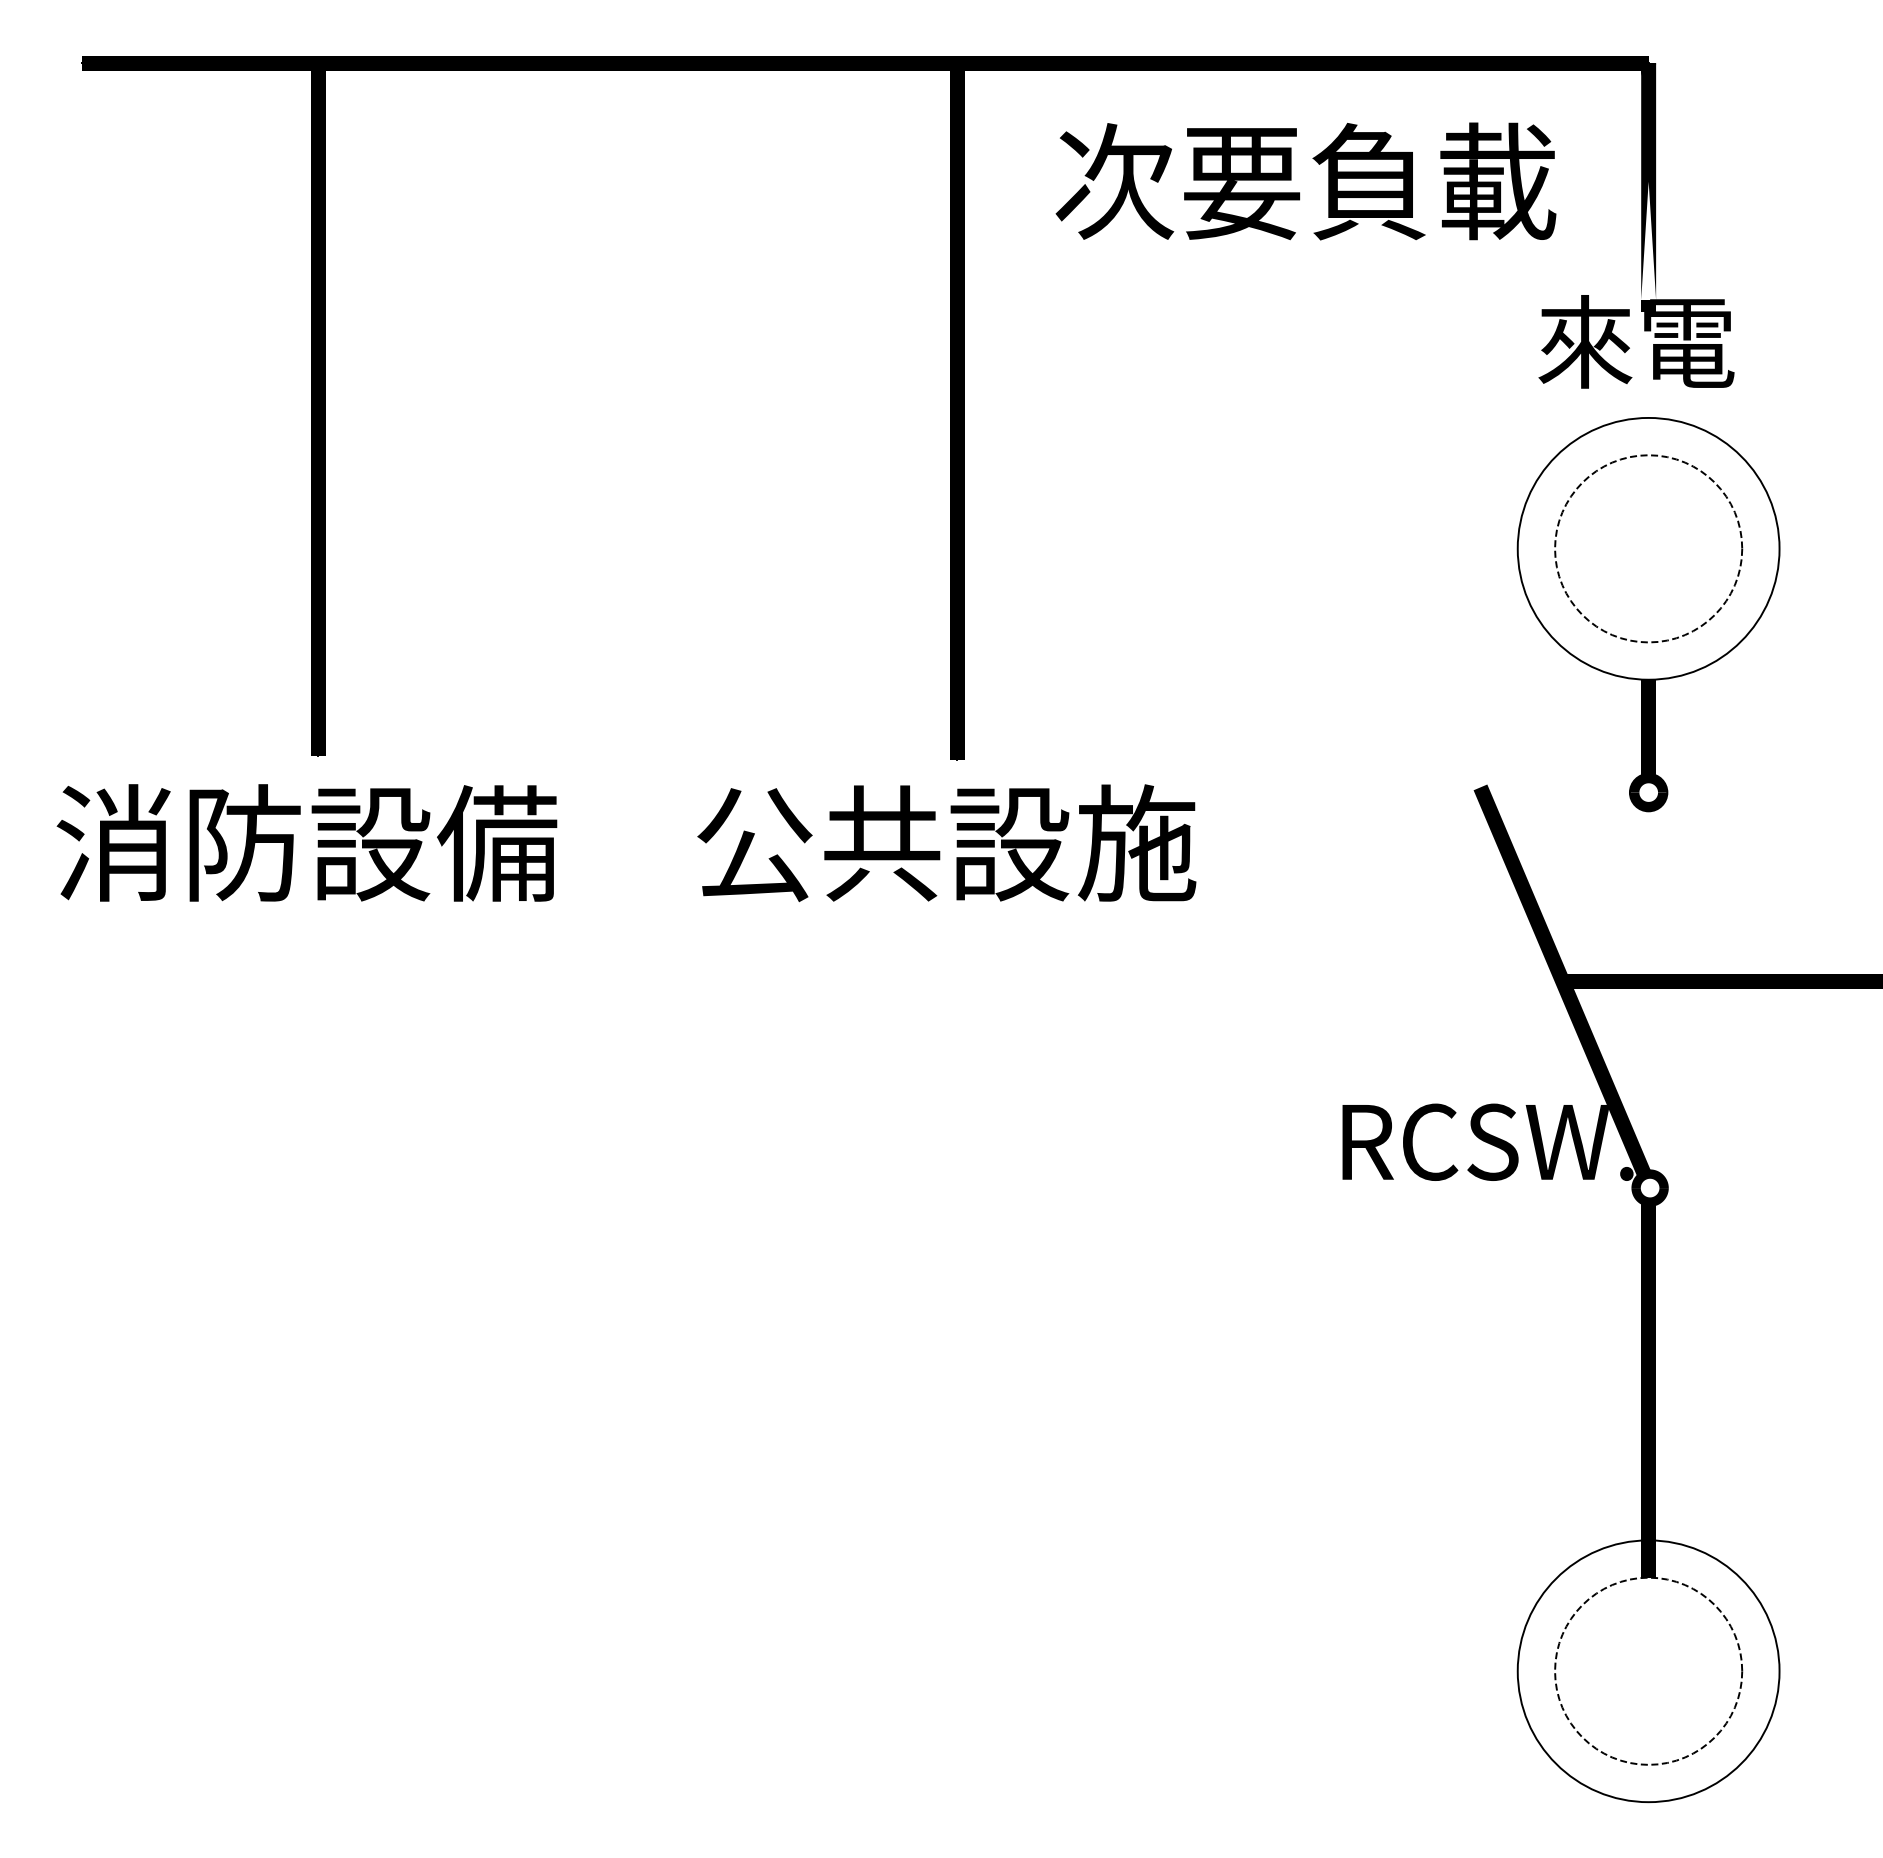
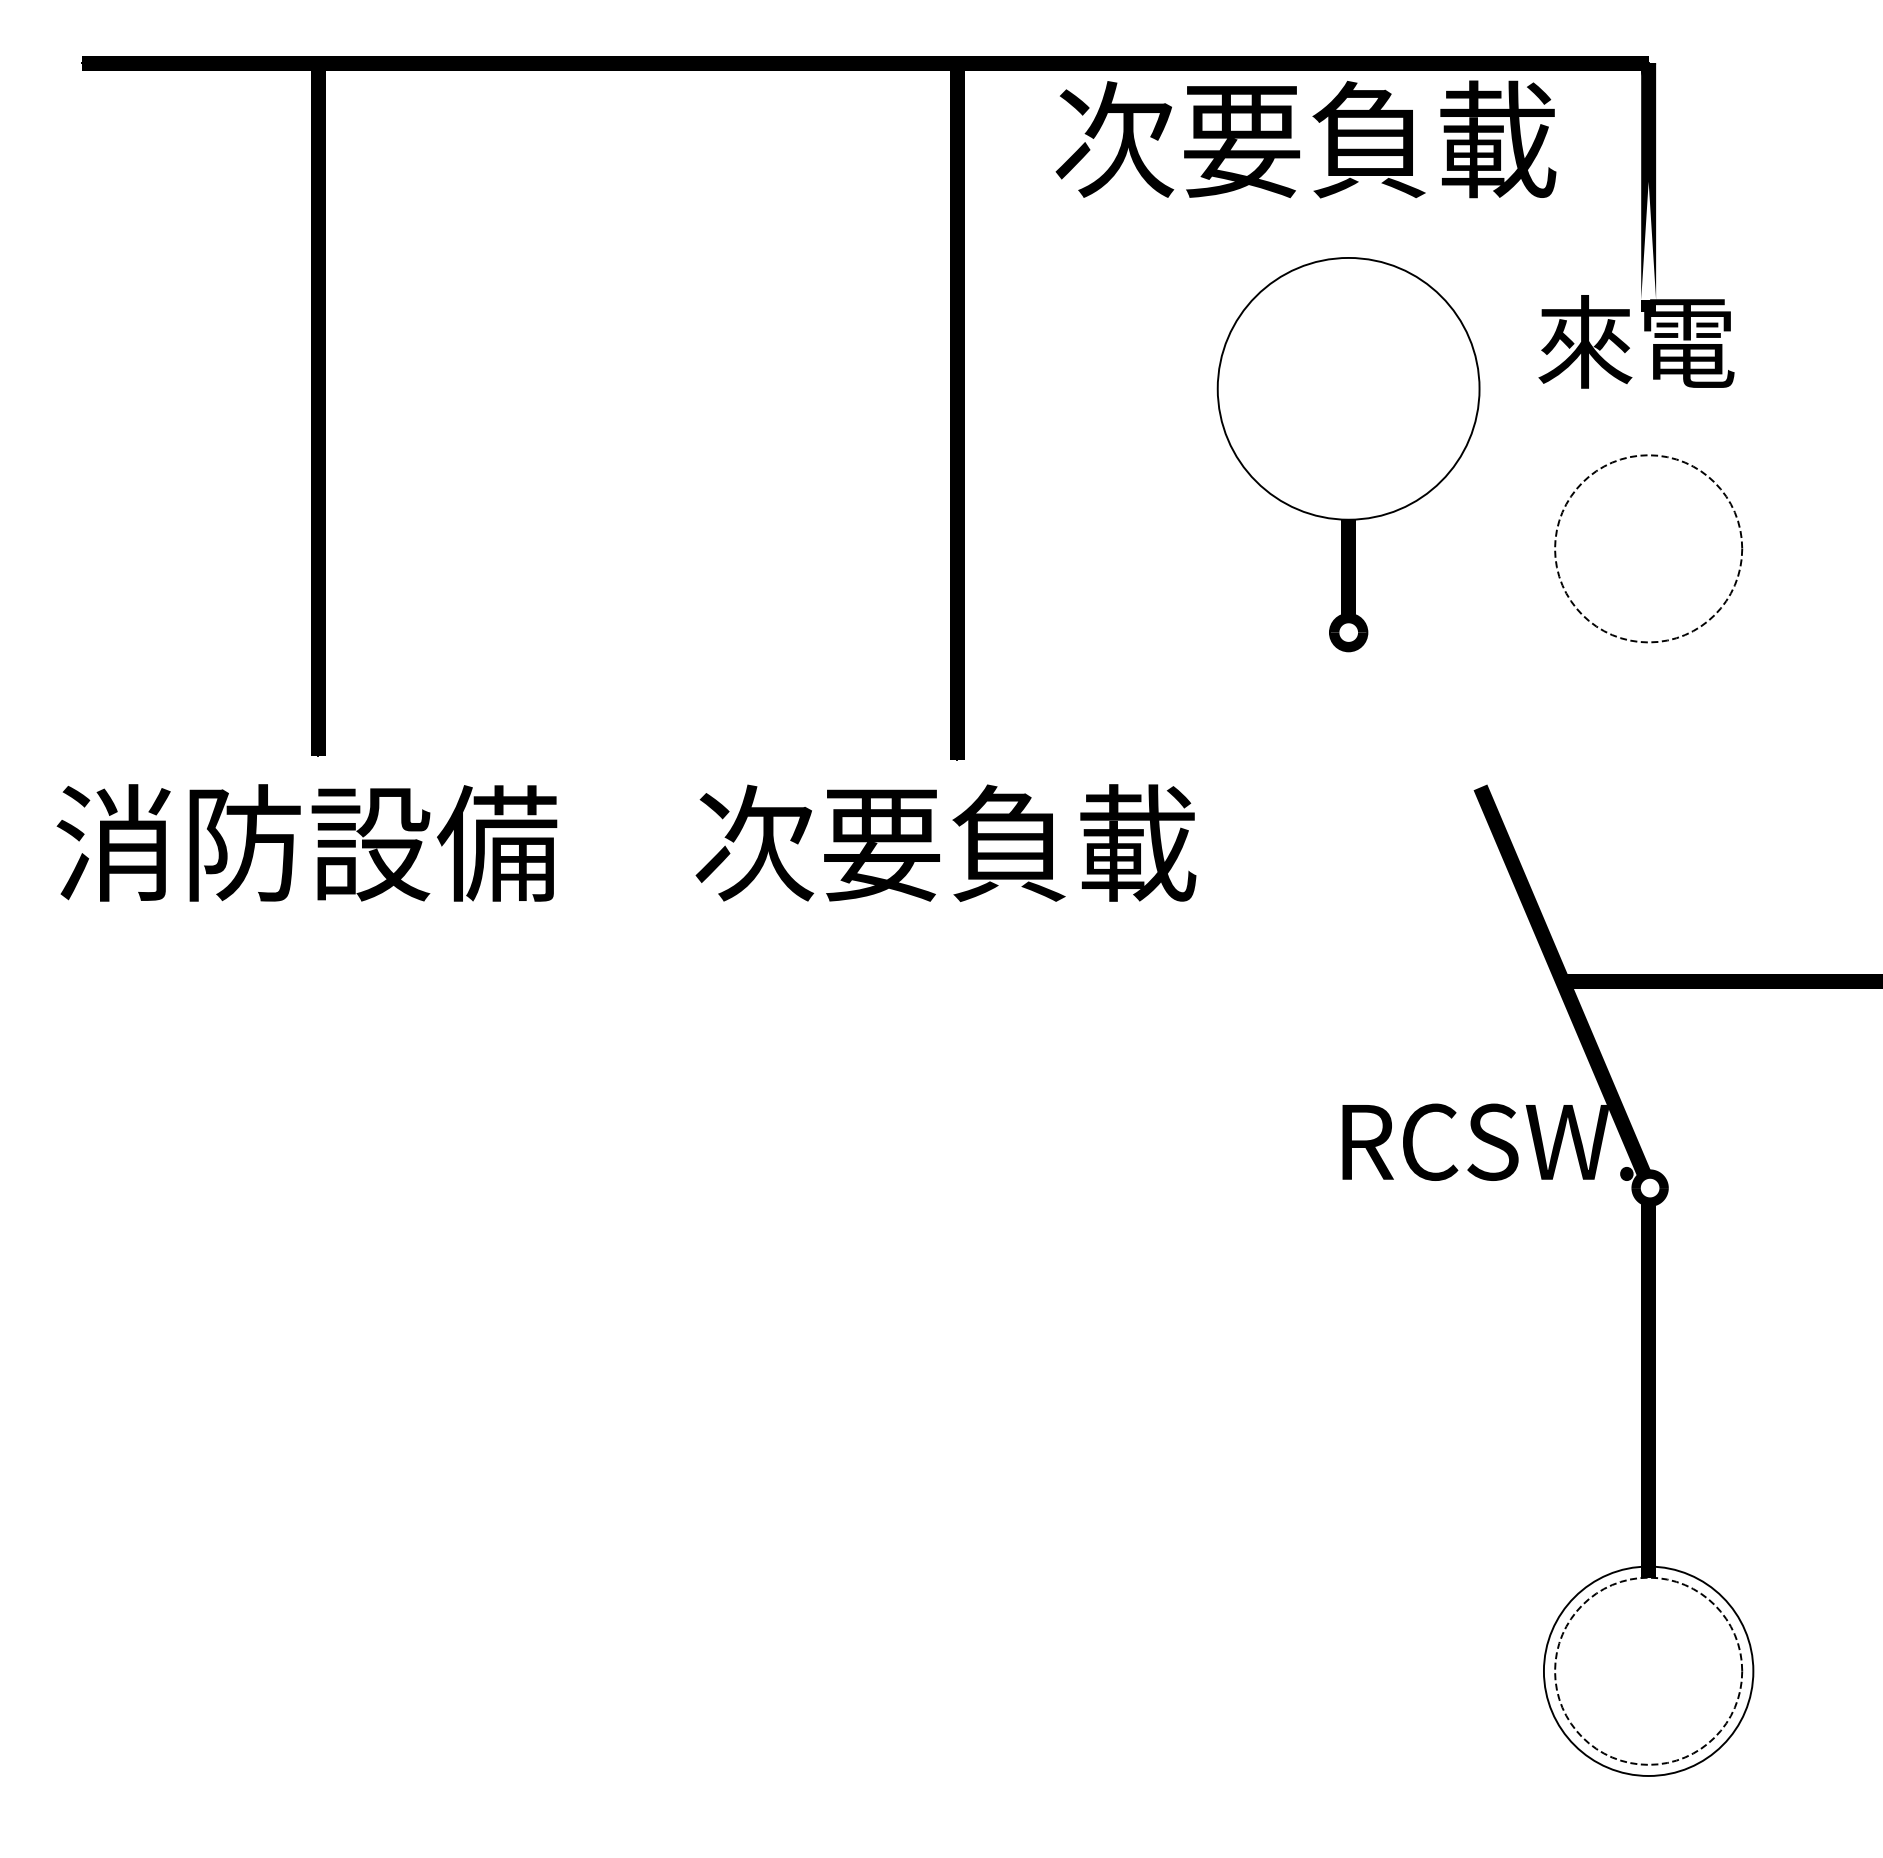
text at (1305, 181) position: (1305, 181) -> (1305, 139)
part at (1648, 614) position: (1648, 614) -> (1348, 454)
text at (945, 843): 公共設施 -> 次要負載
circle at (1648, 1671) diameter: 262 px -> 209 px
